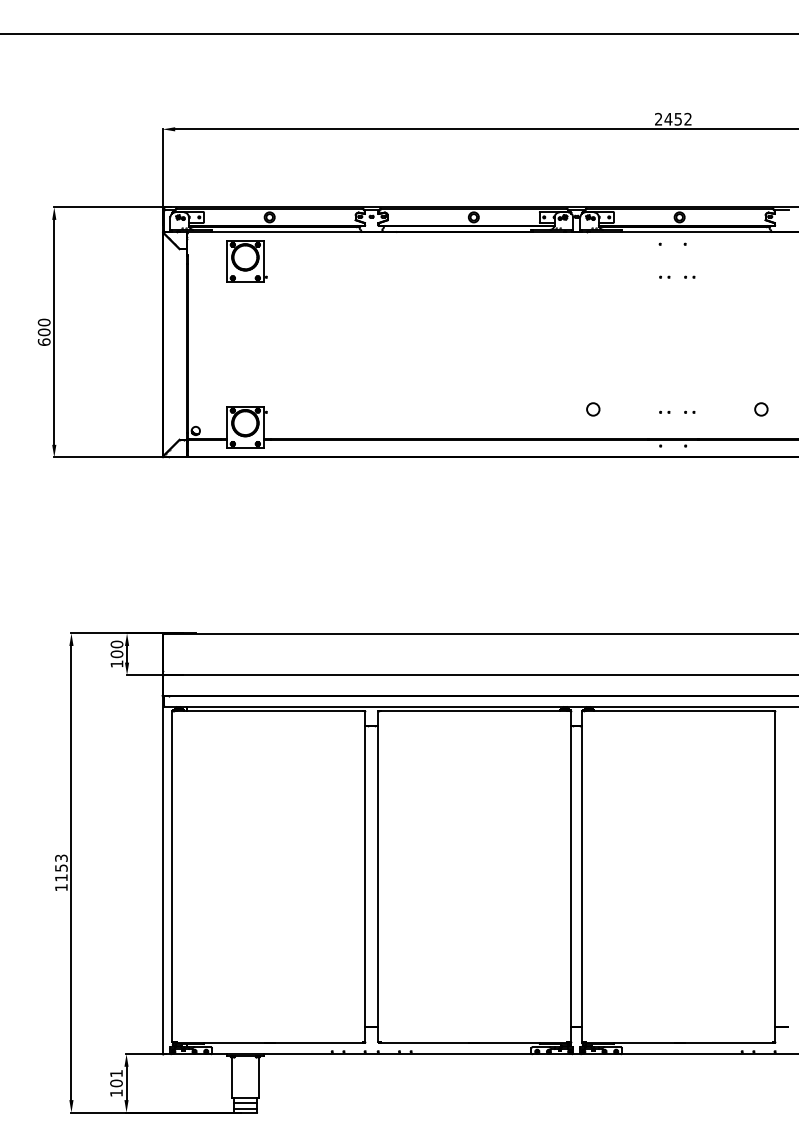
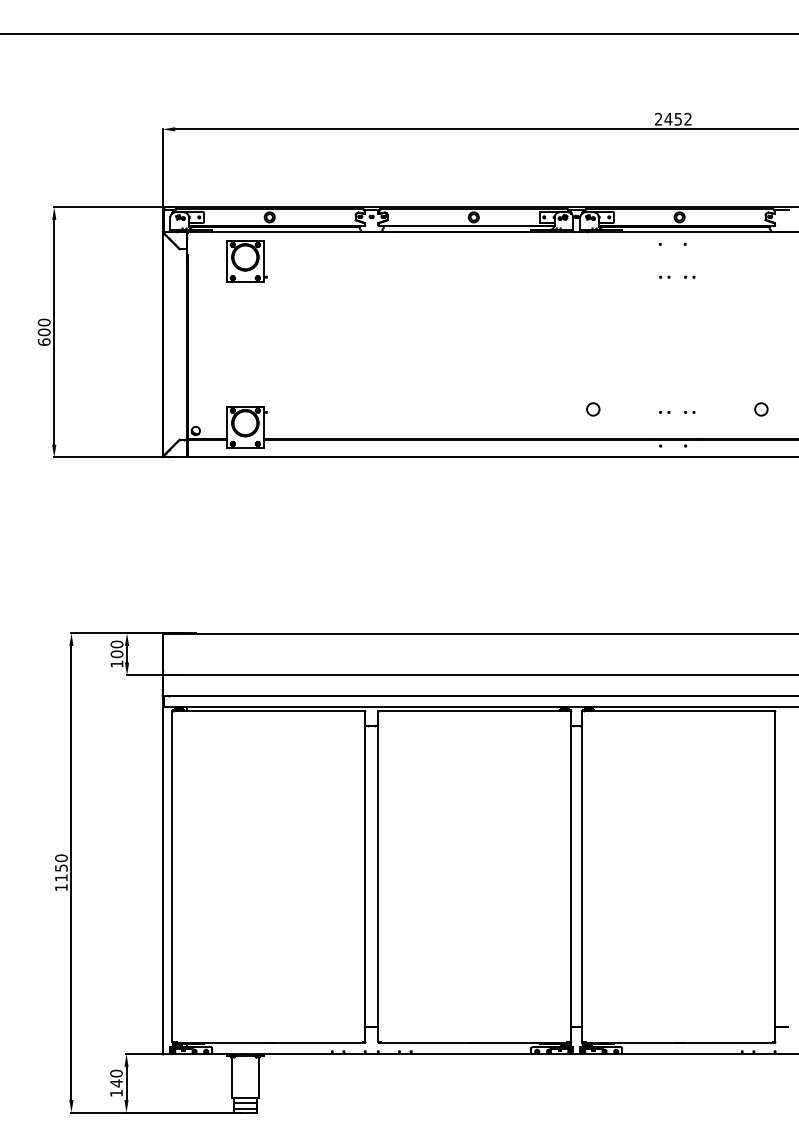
text at (61, 858): 1153 -> 1150
text at (116, 1078): 101 -> 140
